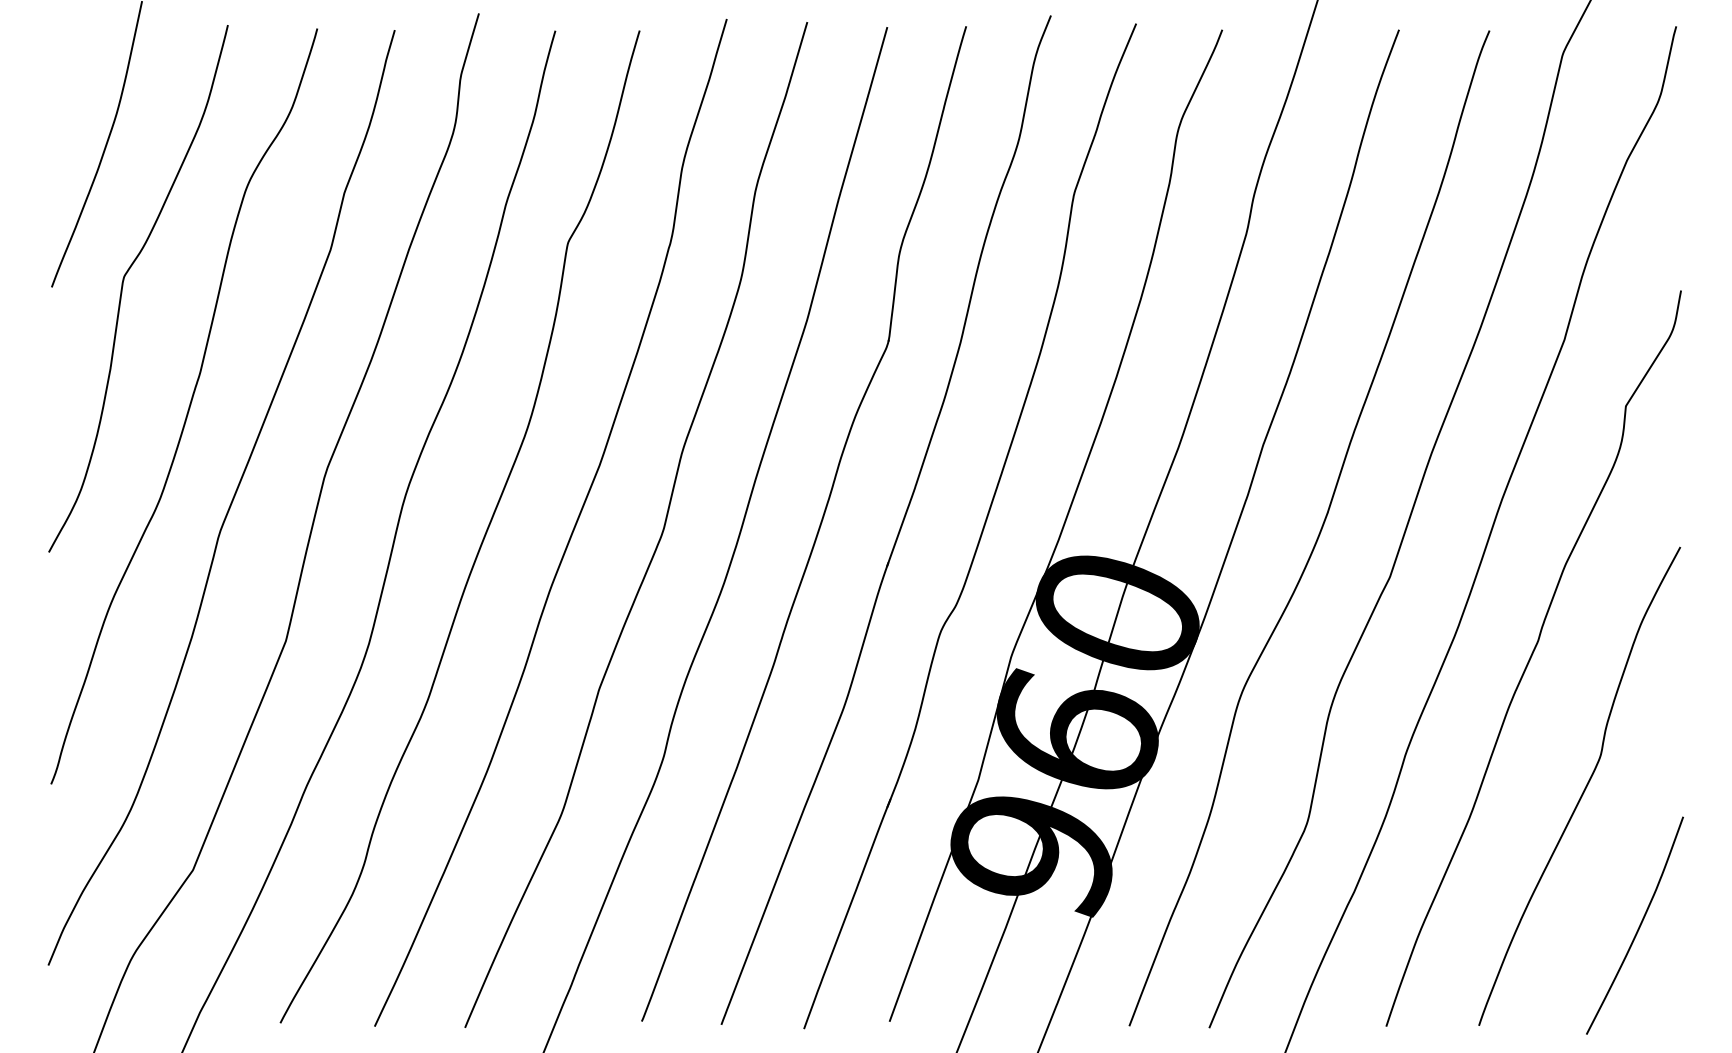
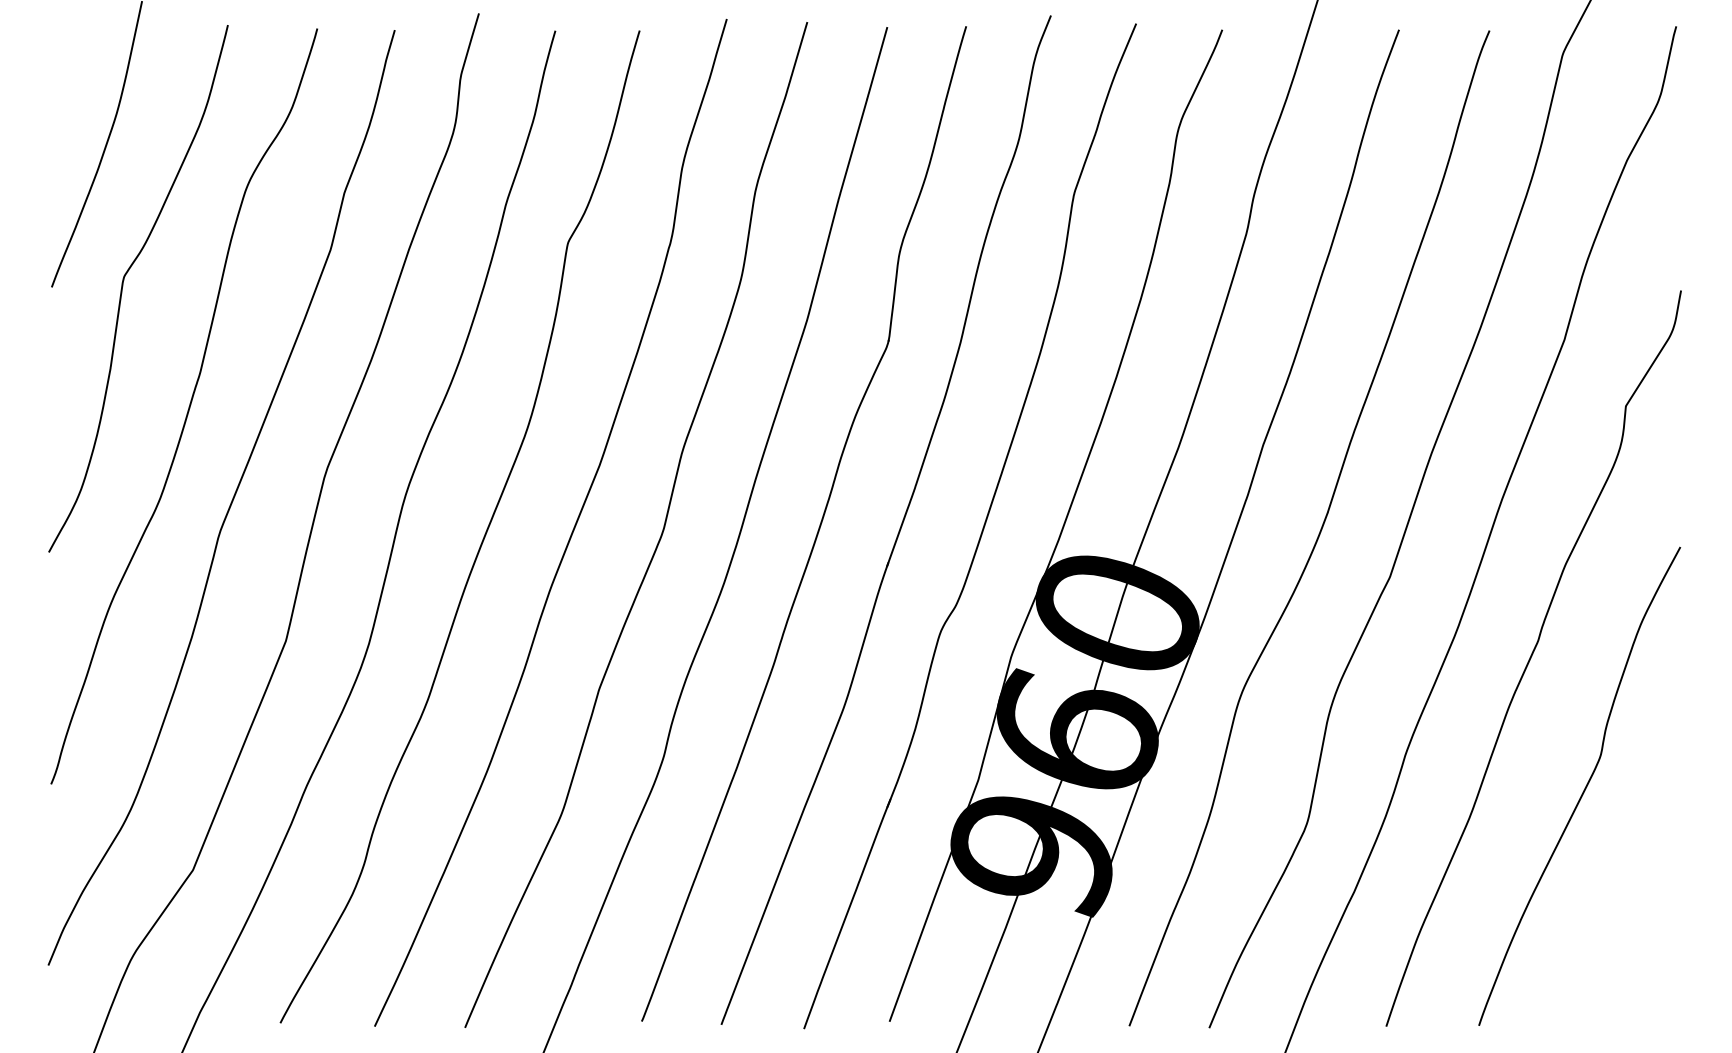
curve at (1638, 926): present -> none
